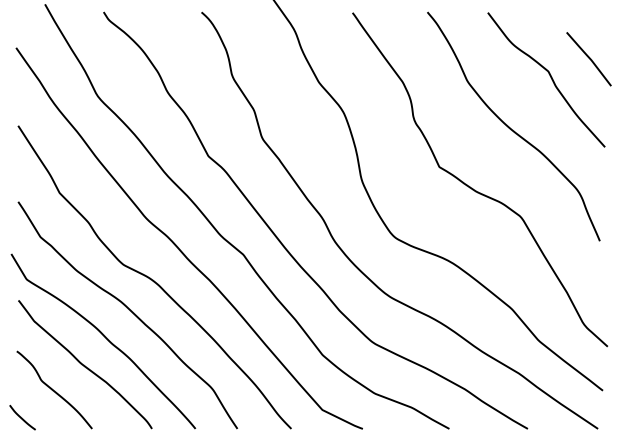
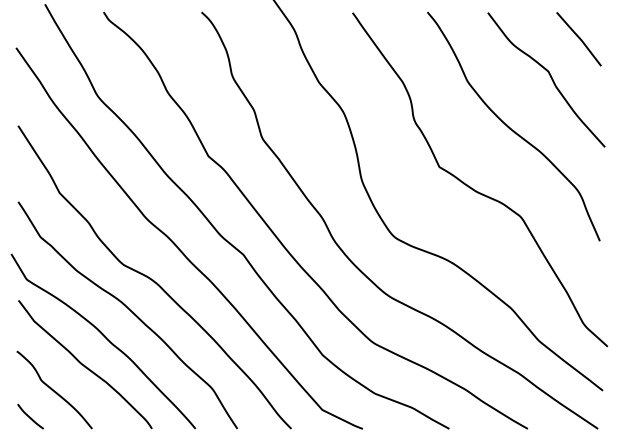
curve at (588, 58) position: (588, 58) -> (578, 38)
curve at (22, 417) position: (22, 417) -> (30, 416)
